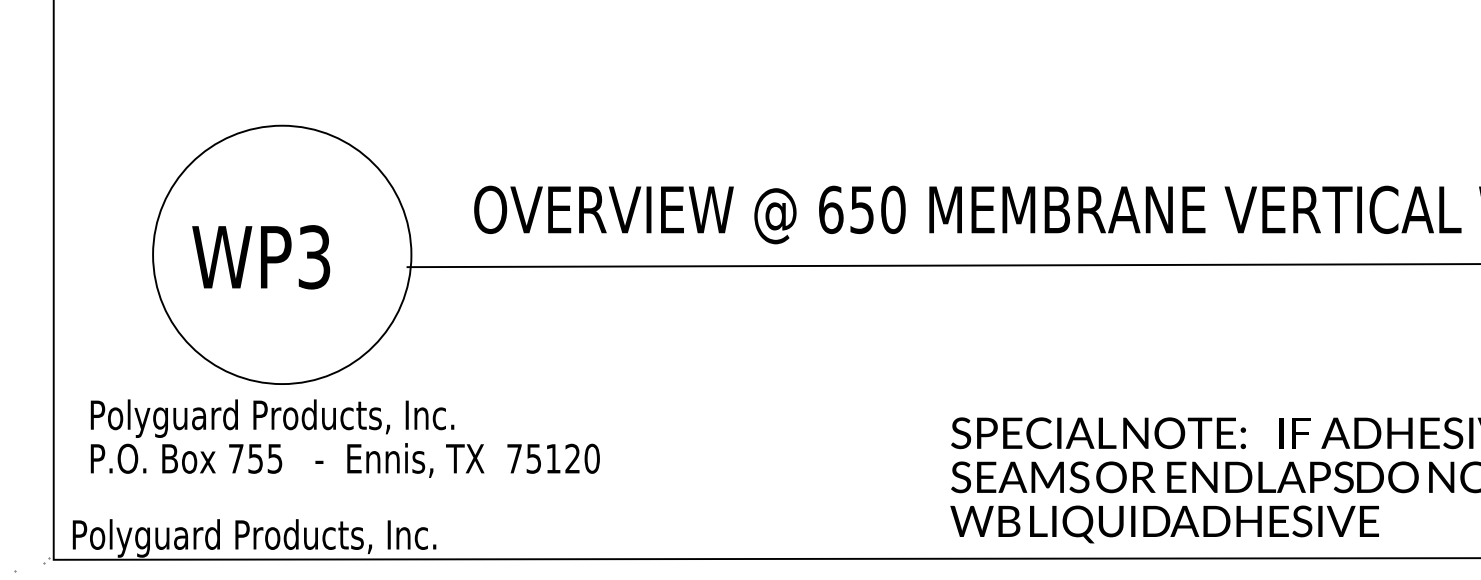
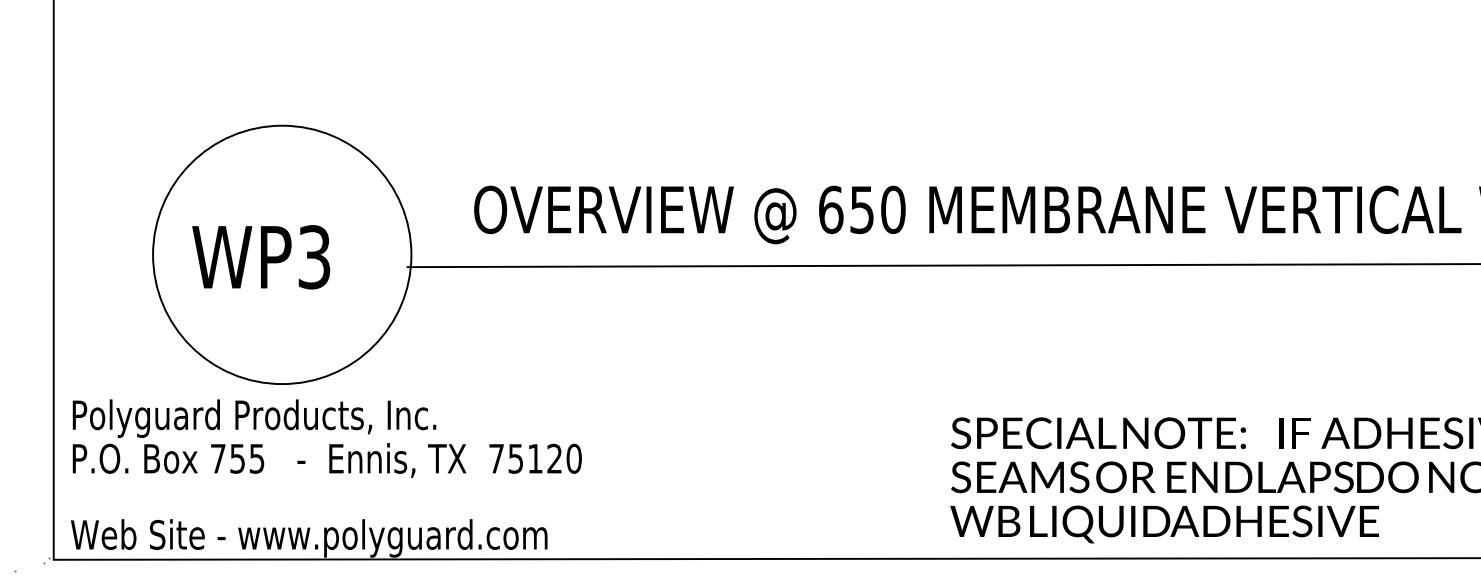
text at (344, 438) position: (344, 438) -> (326, 438)
text at (309, 538): Polyguard Products, Inc. -> Web Site - www.polyguard.com
